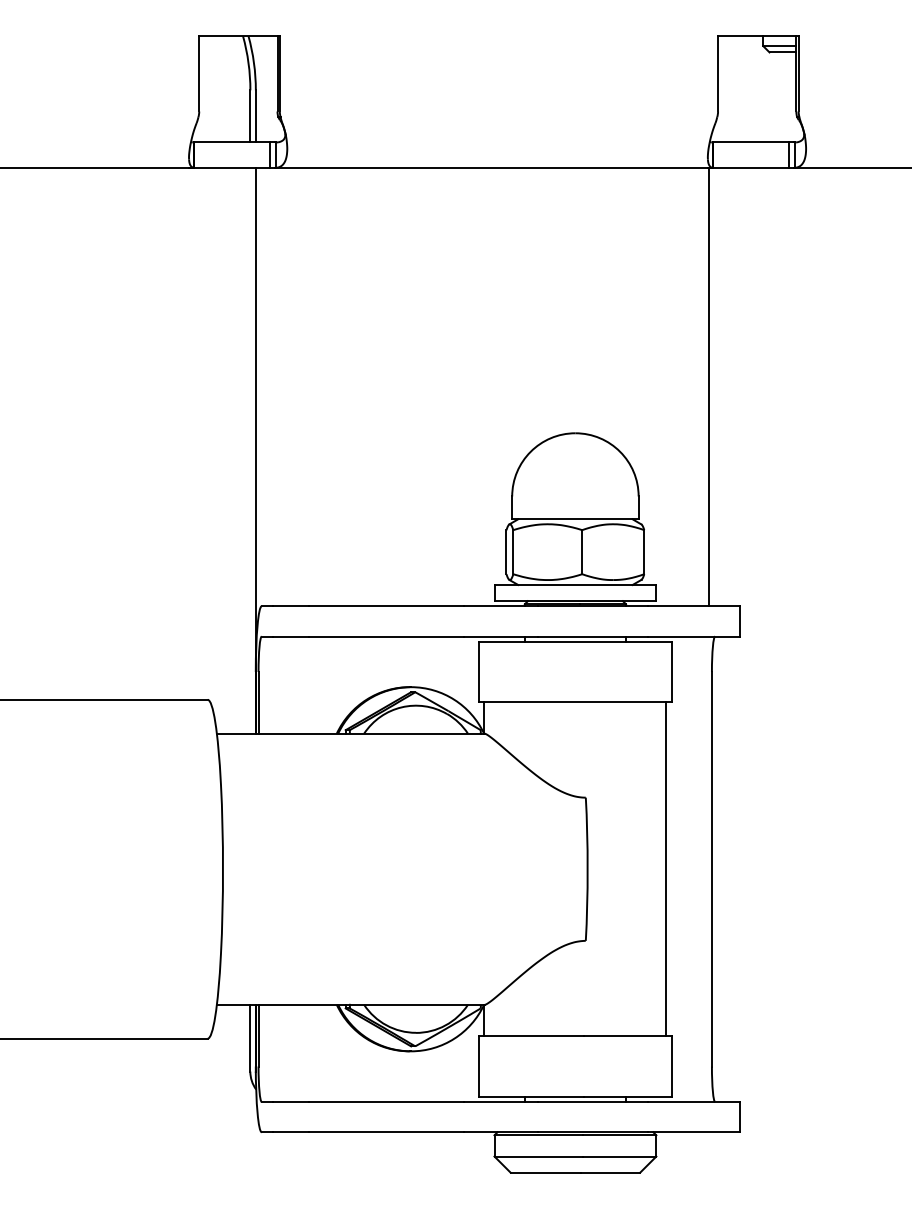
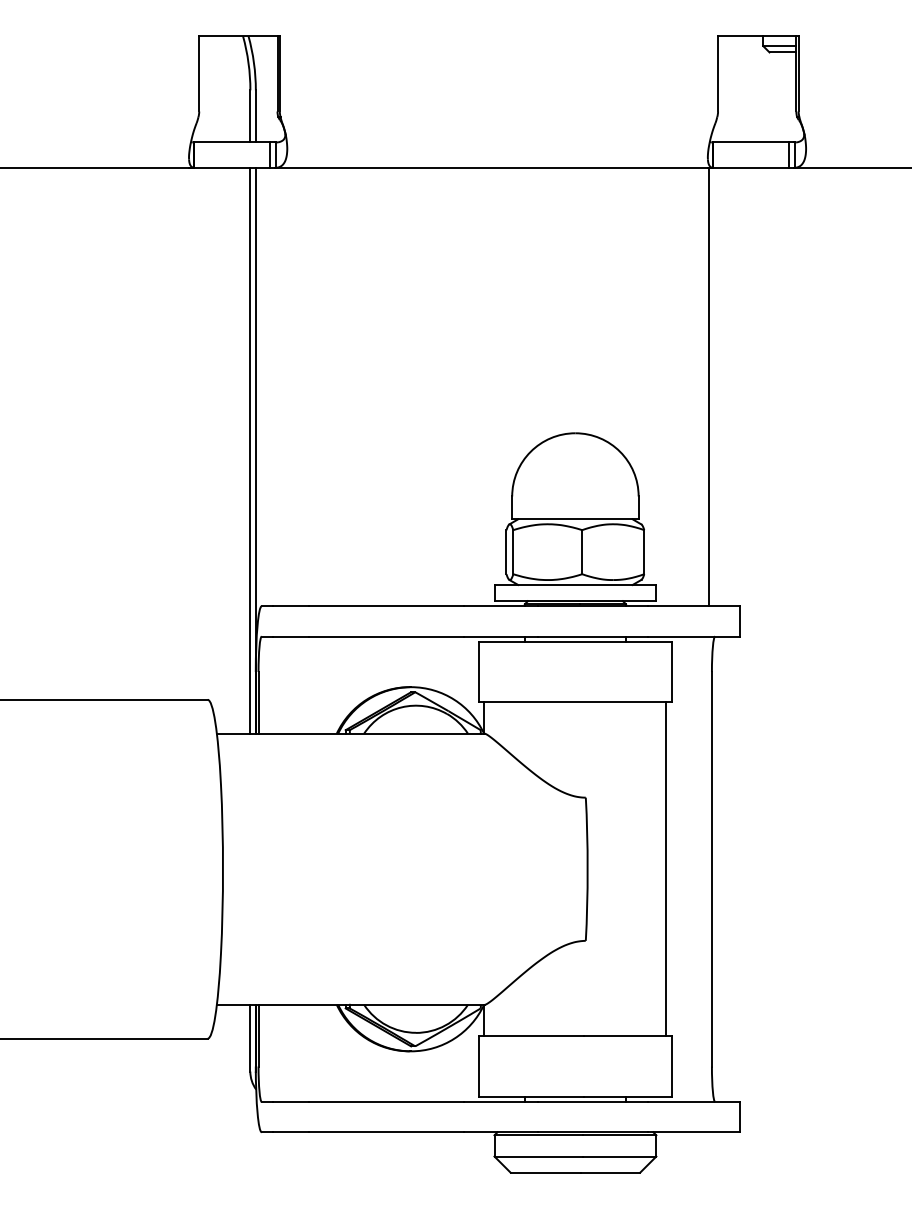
line at (250, 450): none -> present
